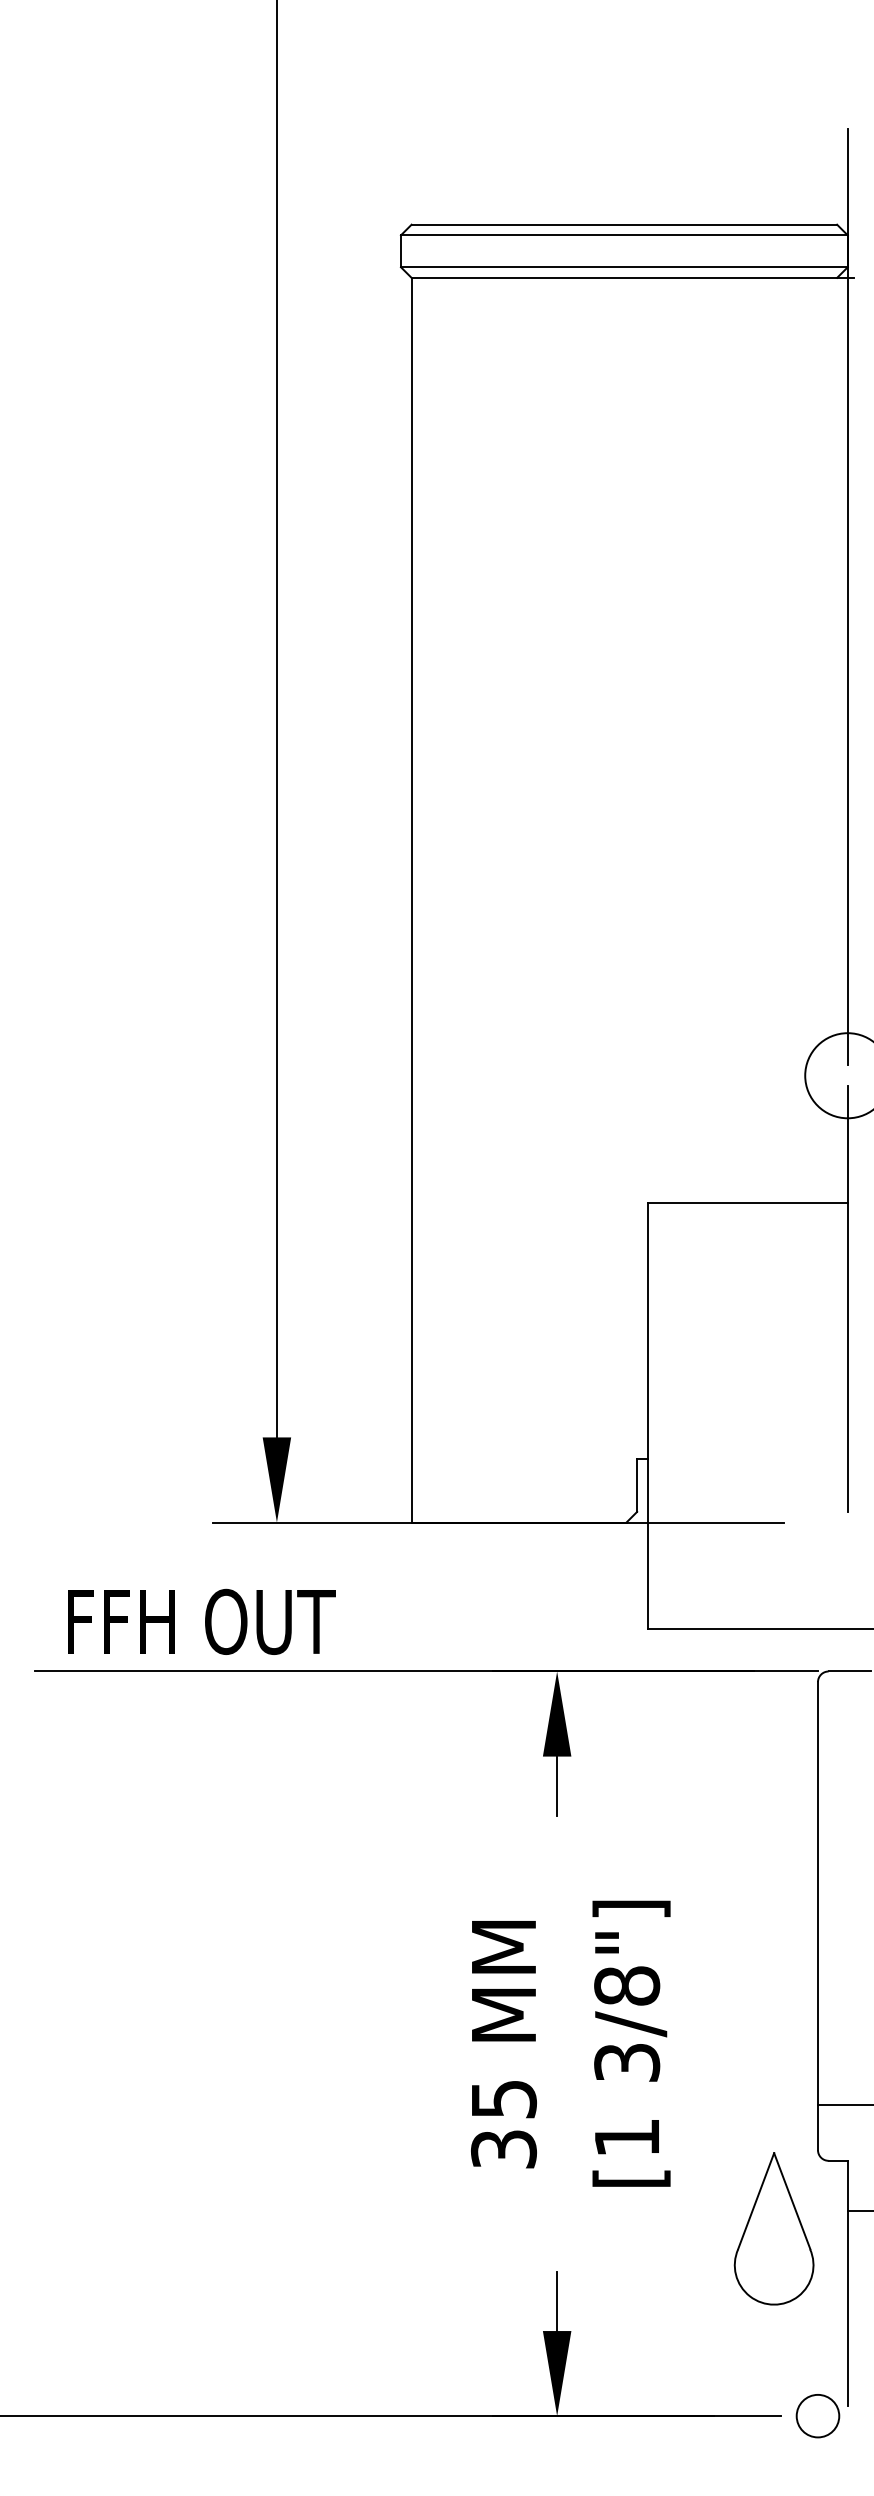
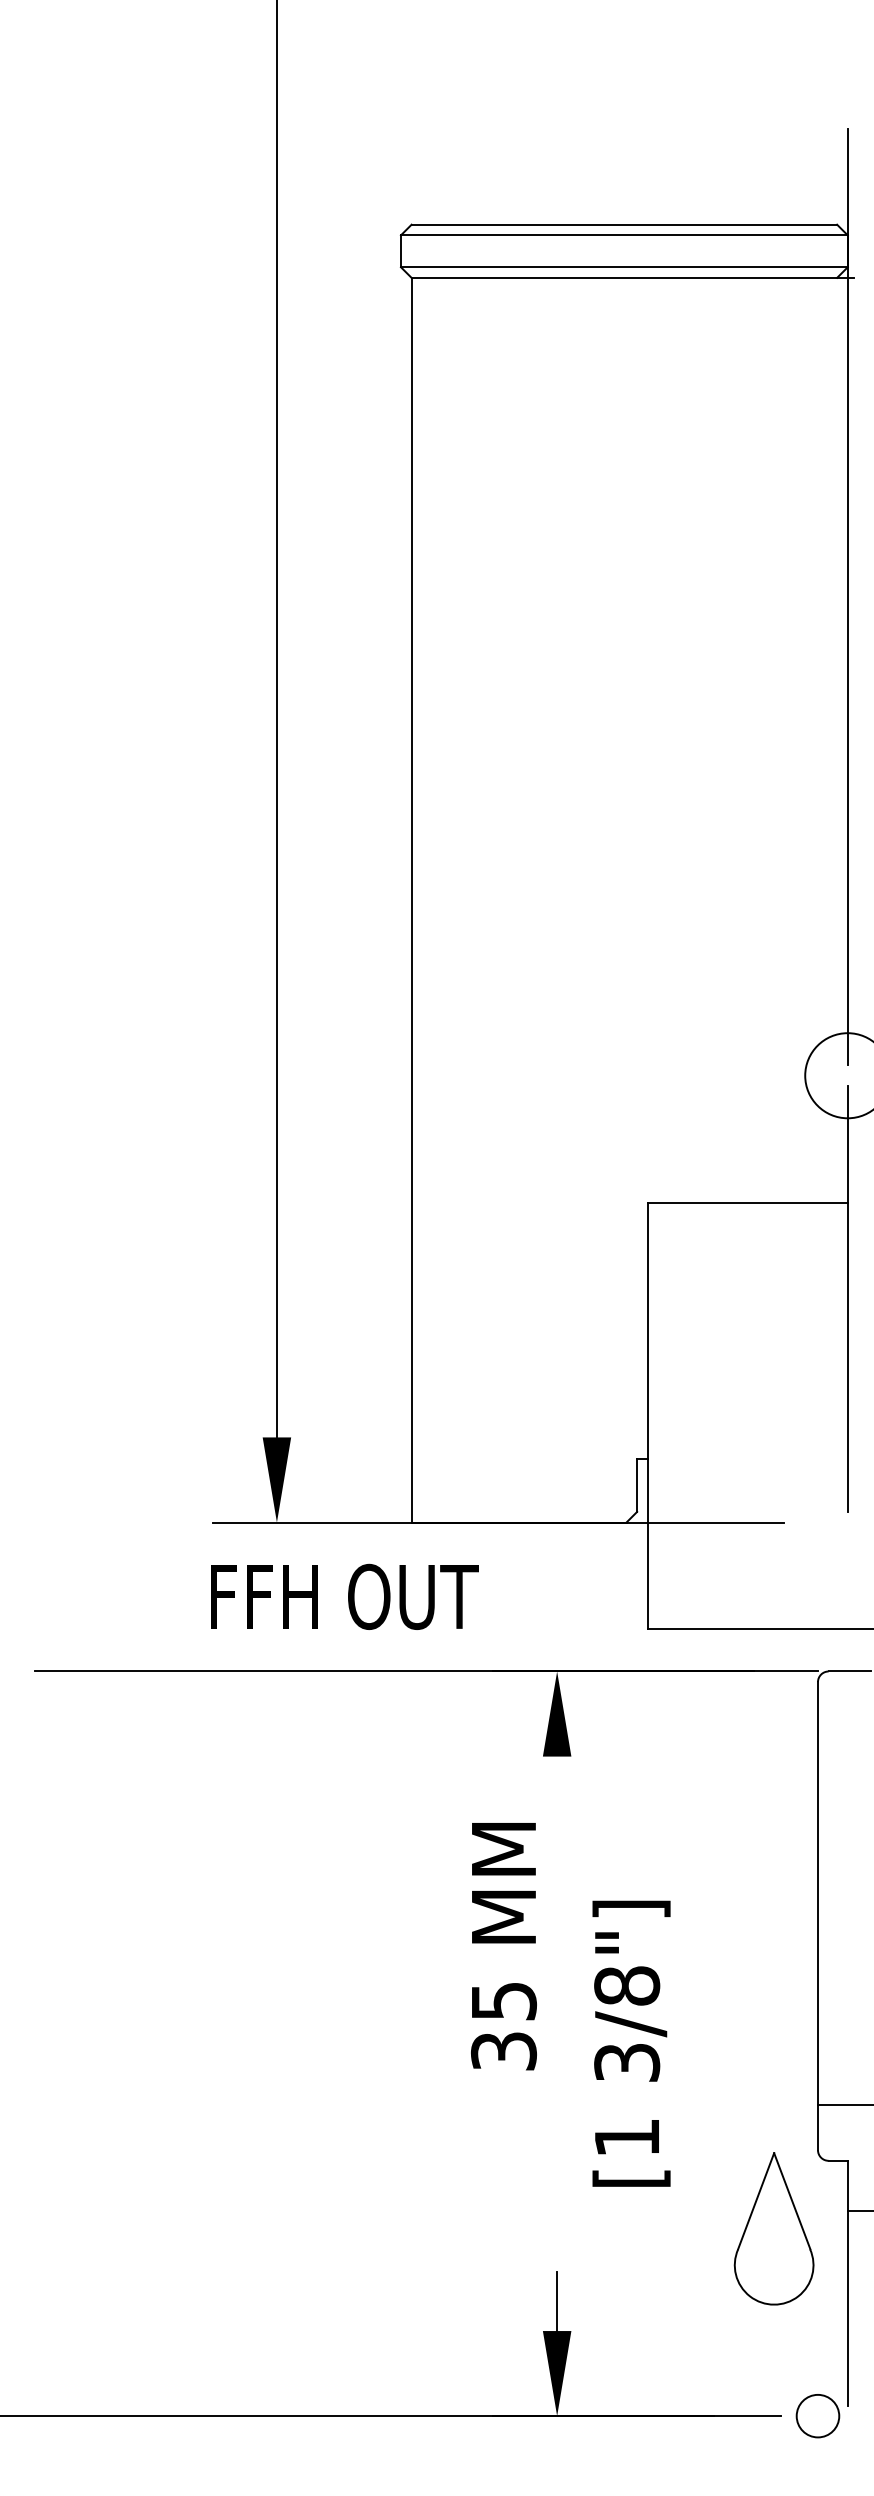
text at (201, 1621) position: (201, 1621) -> (344, 1596)
line at (557, 1785): present -> none
text at (503, 2044) position: (503, 2044) -> (503, 1946)
